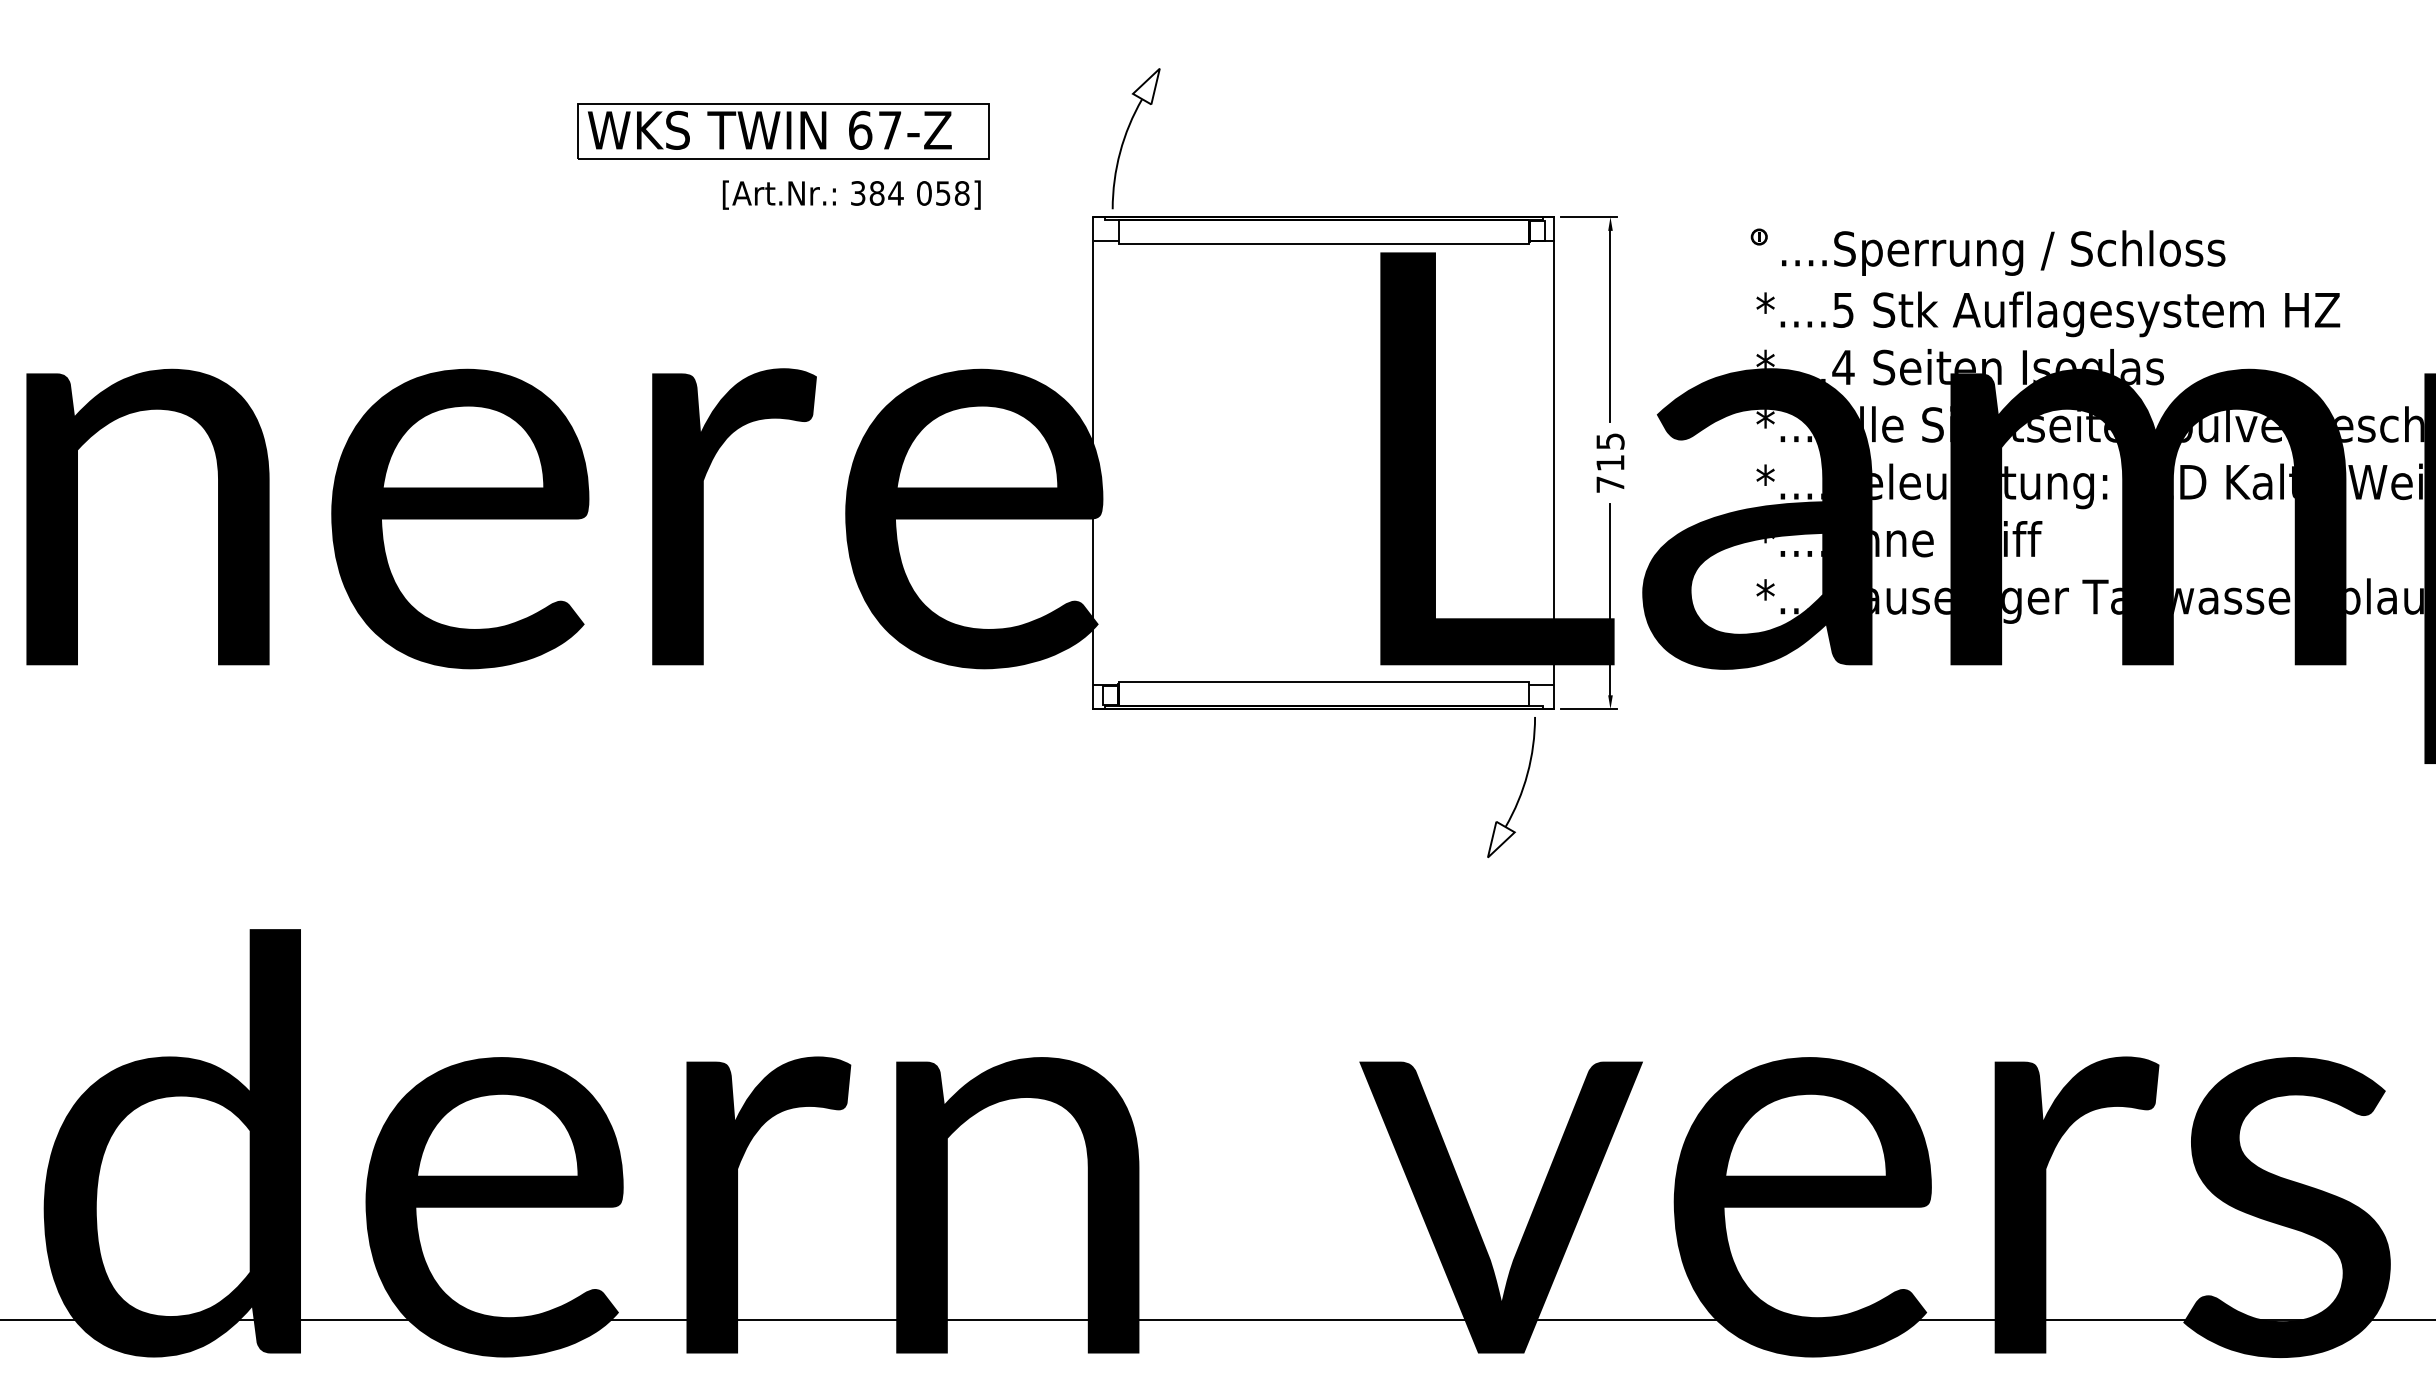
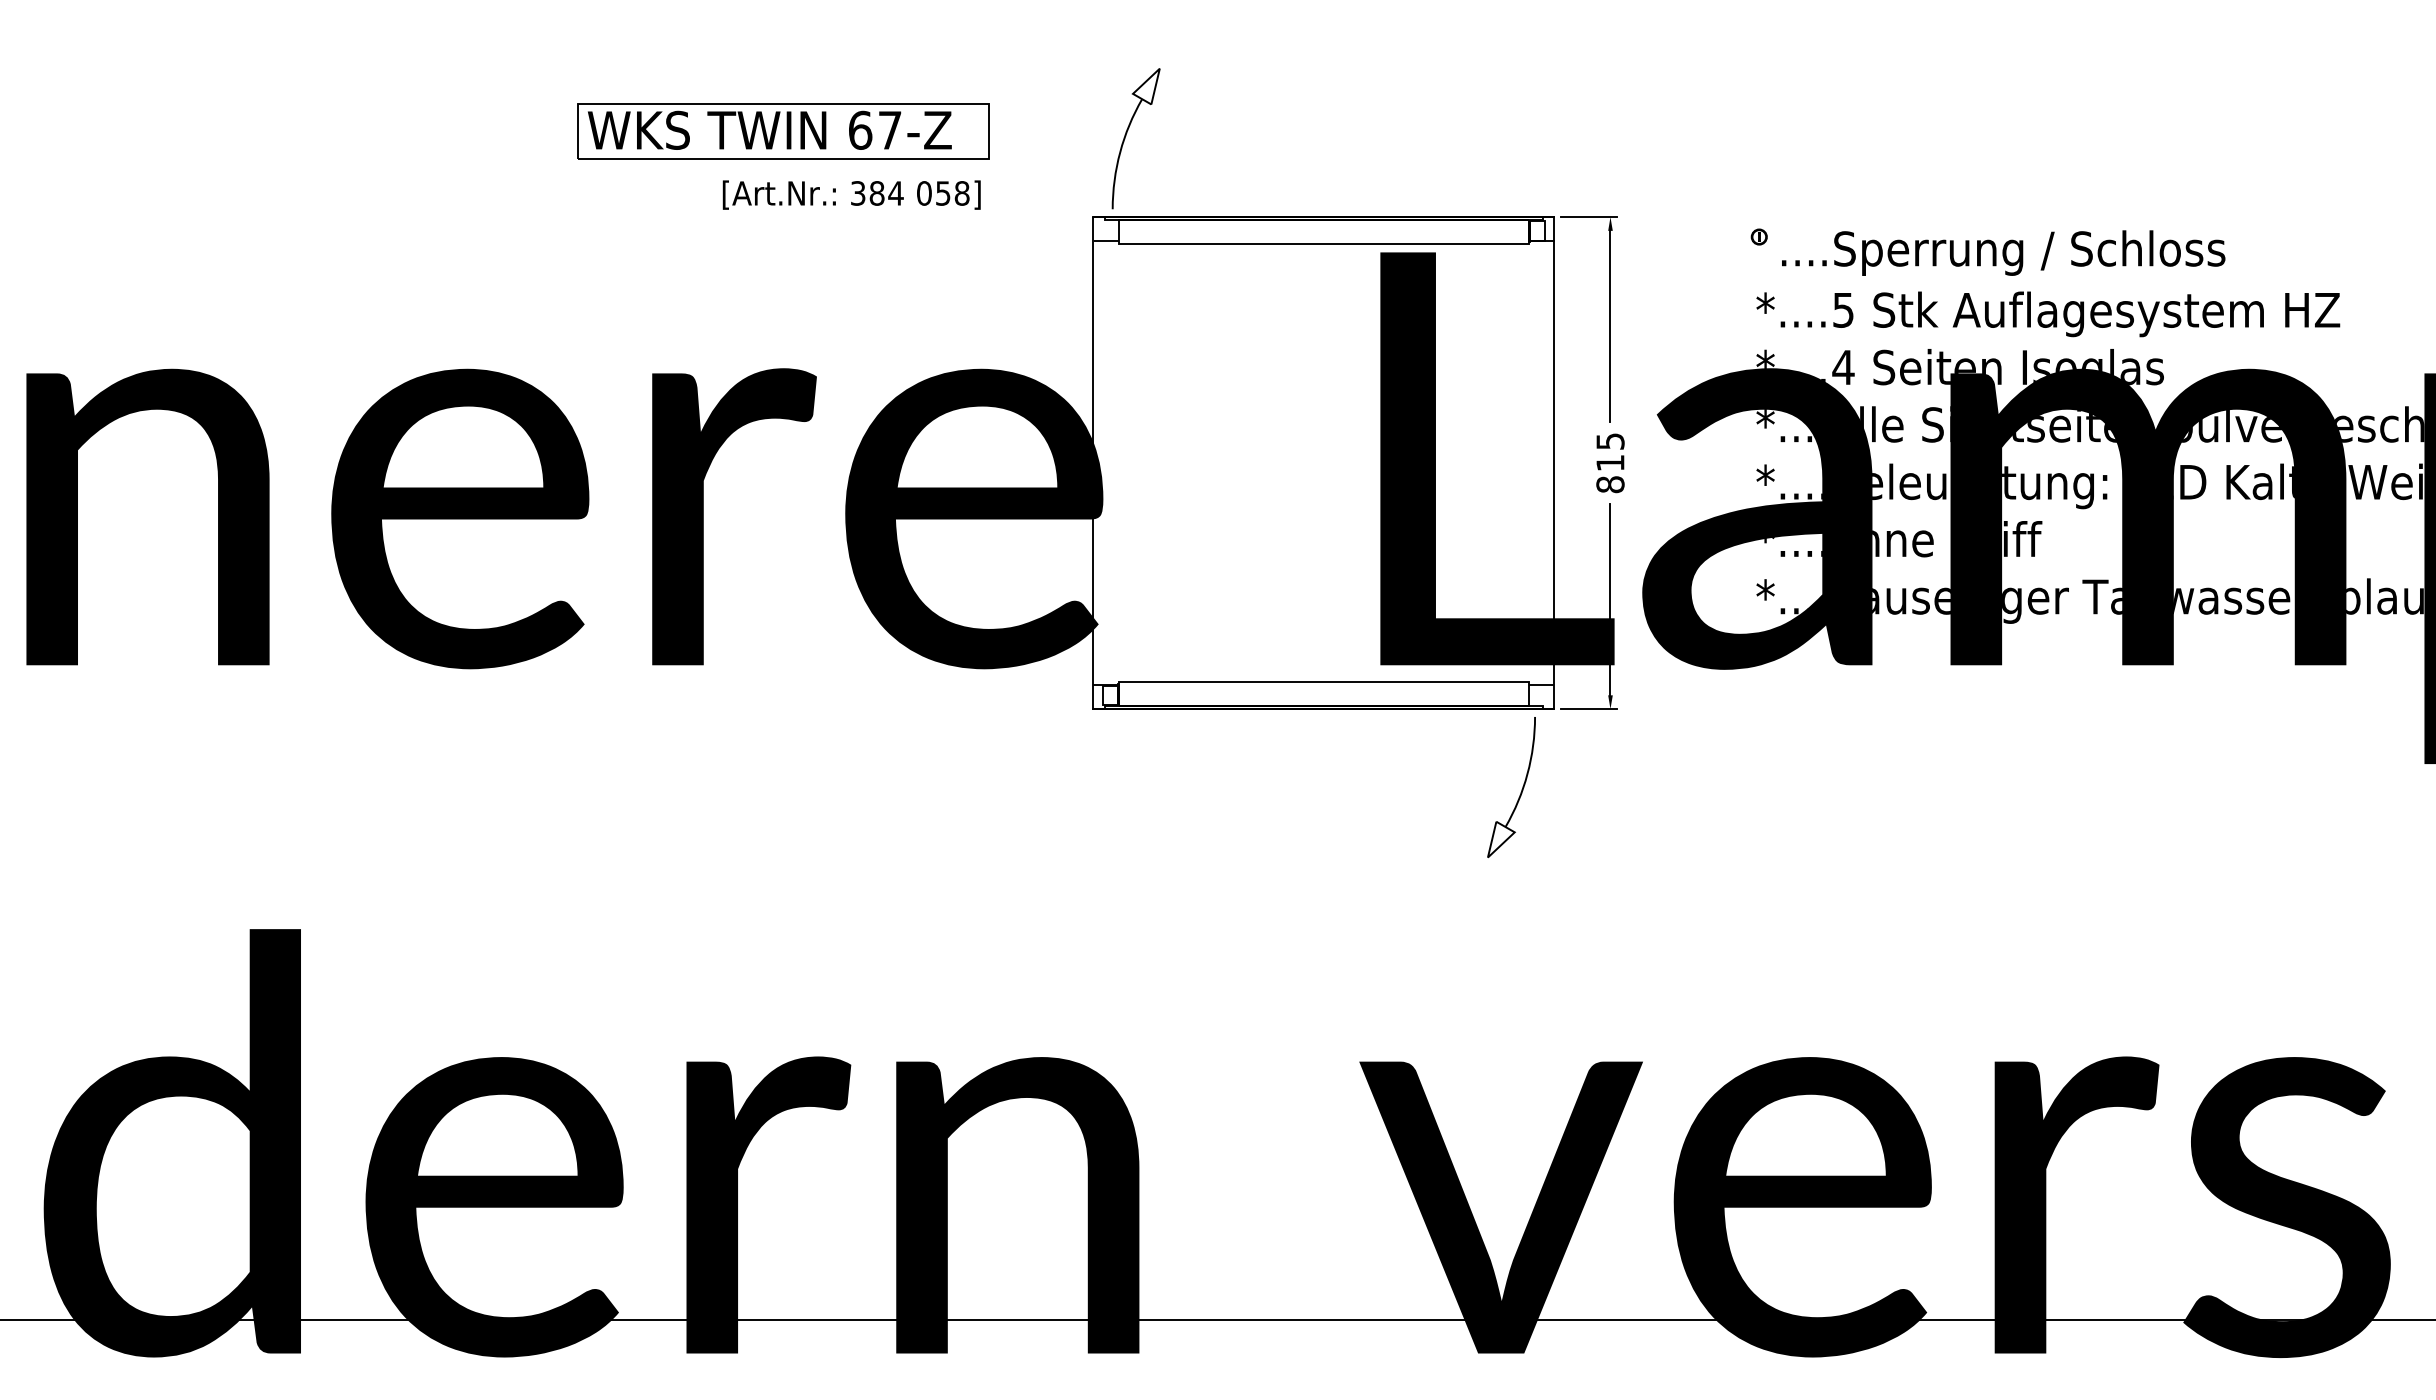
text at (1610, 484): 715 -> 815
